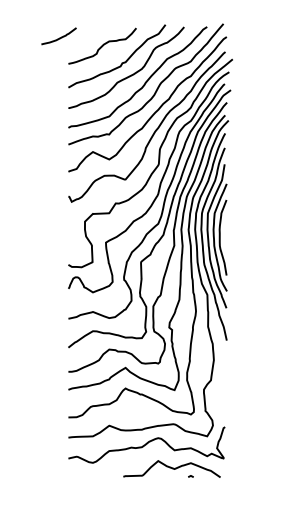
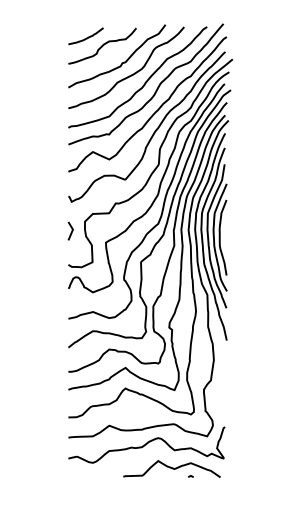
curve at (59, 37) position: (59, 37) -> (86, 37)
line at (71, 230): none -> present
